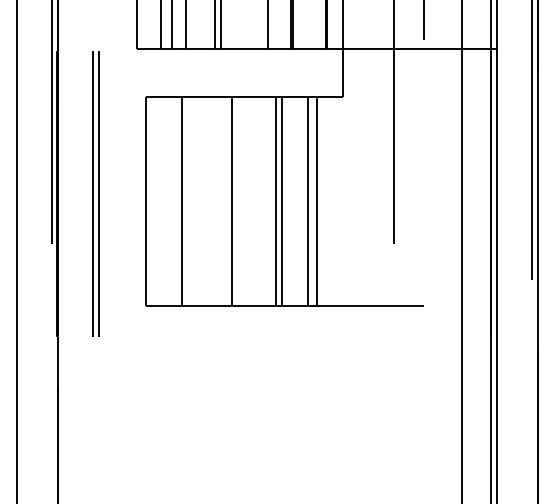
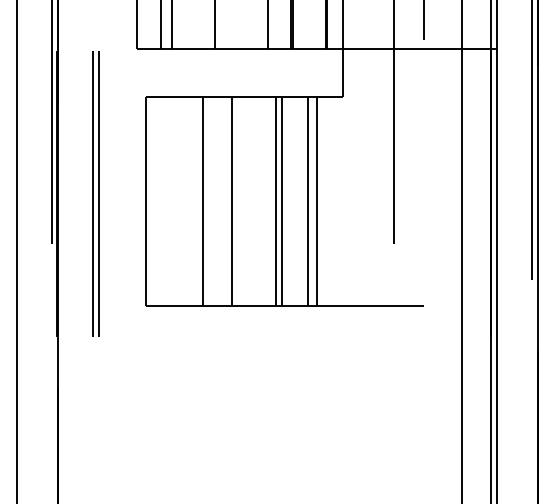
line at (186, 25): present -> none
line at (220, 25): present -> none
line at (181, 201) position: (181, 201) -> (202, 201)
